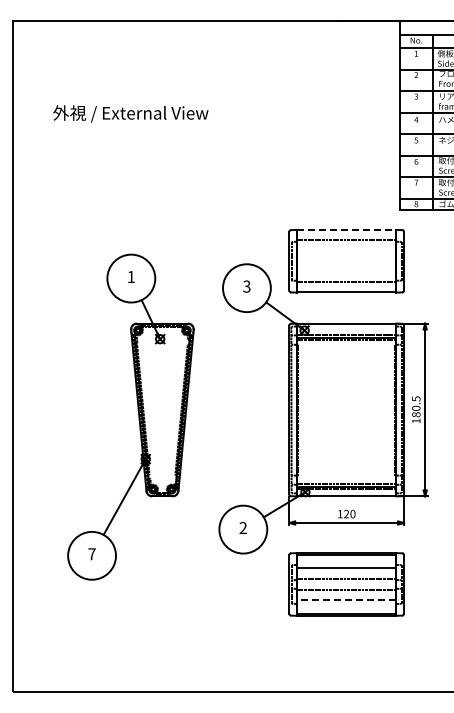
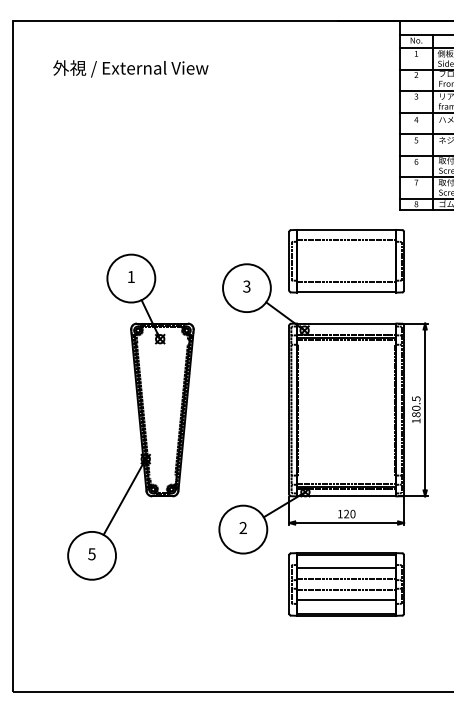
text at (130, 113) position: (130, 113) -> (130, 68)
line at (346, 230): dashed -> solid
text at (91, 554): 7 -> 5
line at (346, 600): dashed -> solid
